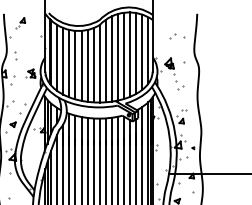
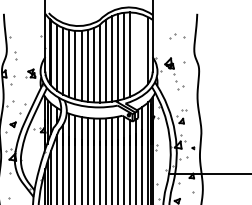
part at (20, 23): present -> none
line at (142, 51): present -> none
line at (136, 53): present -> none
